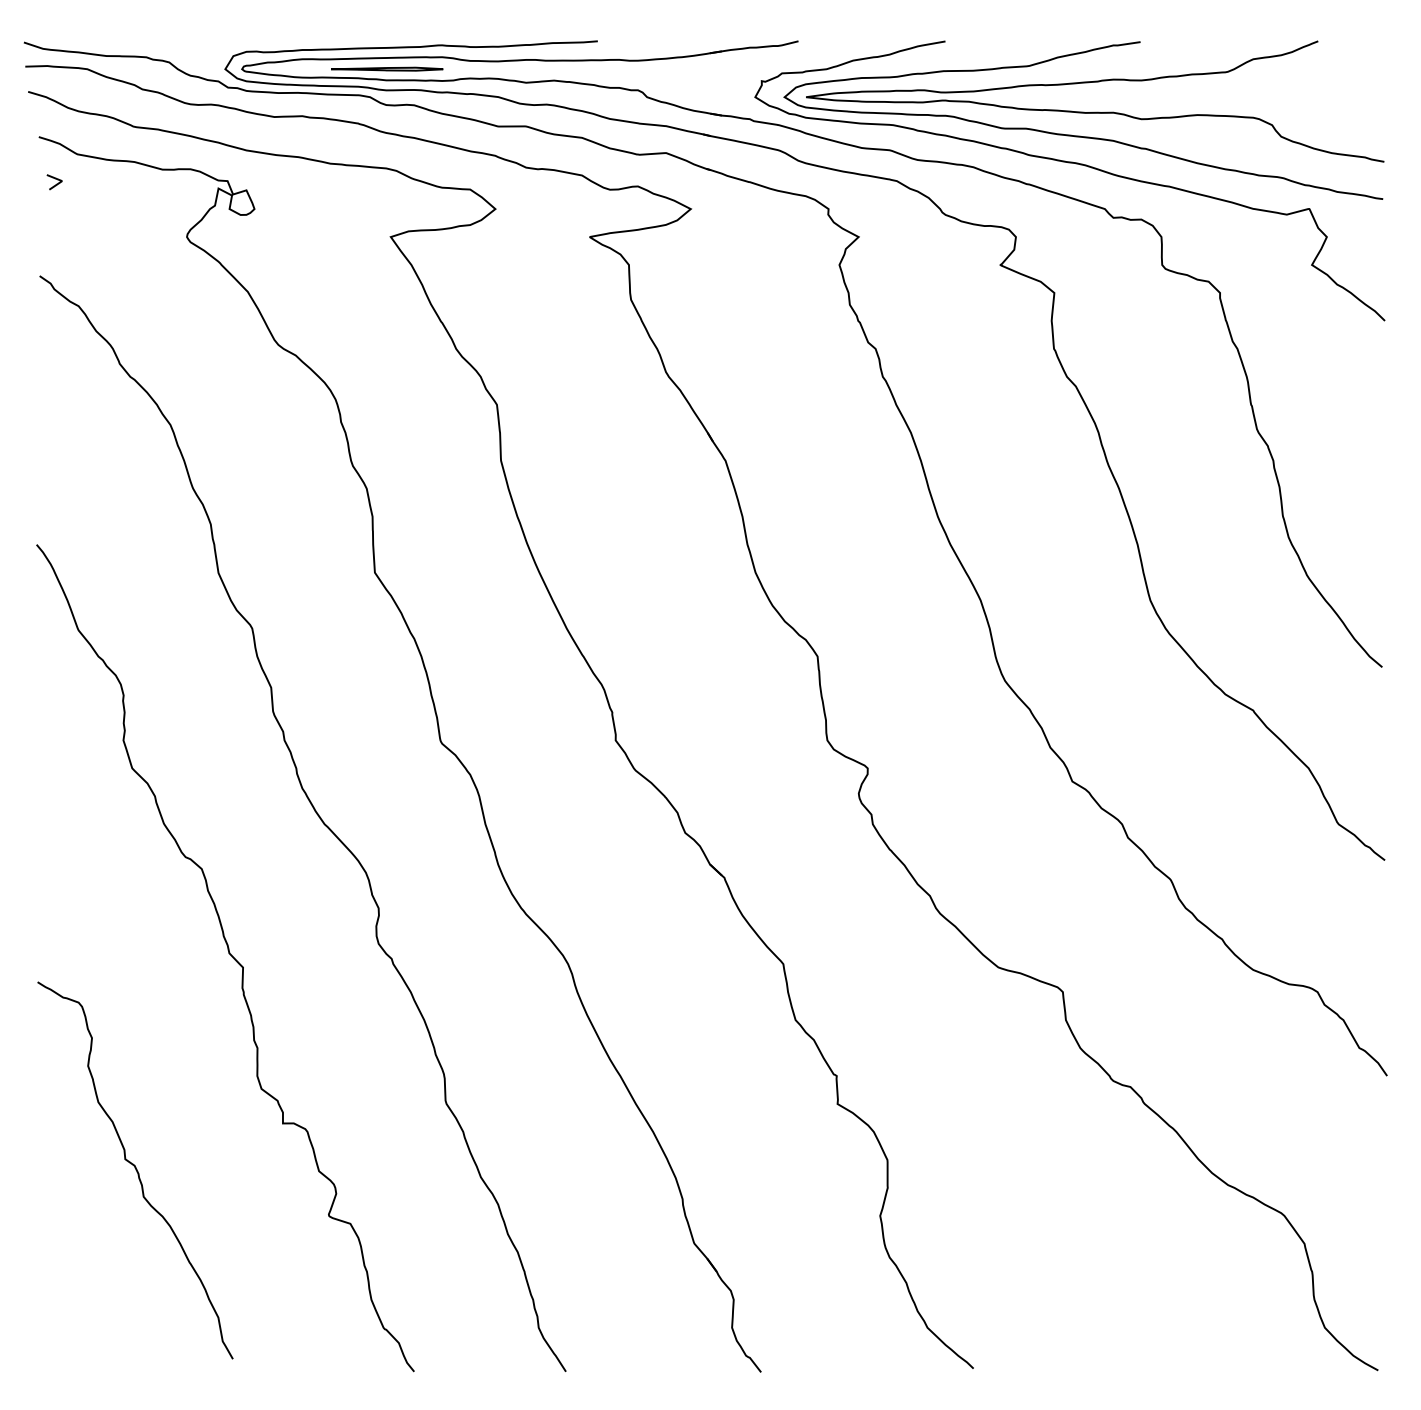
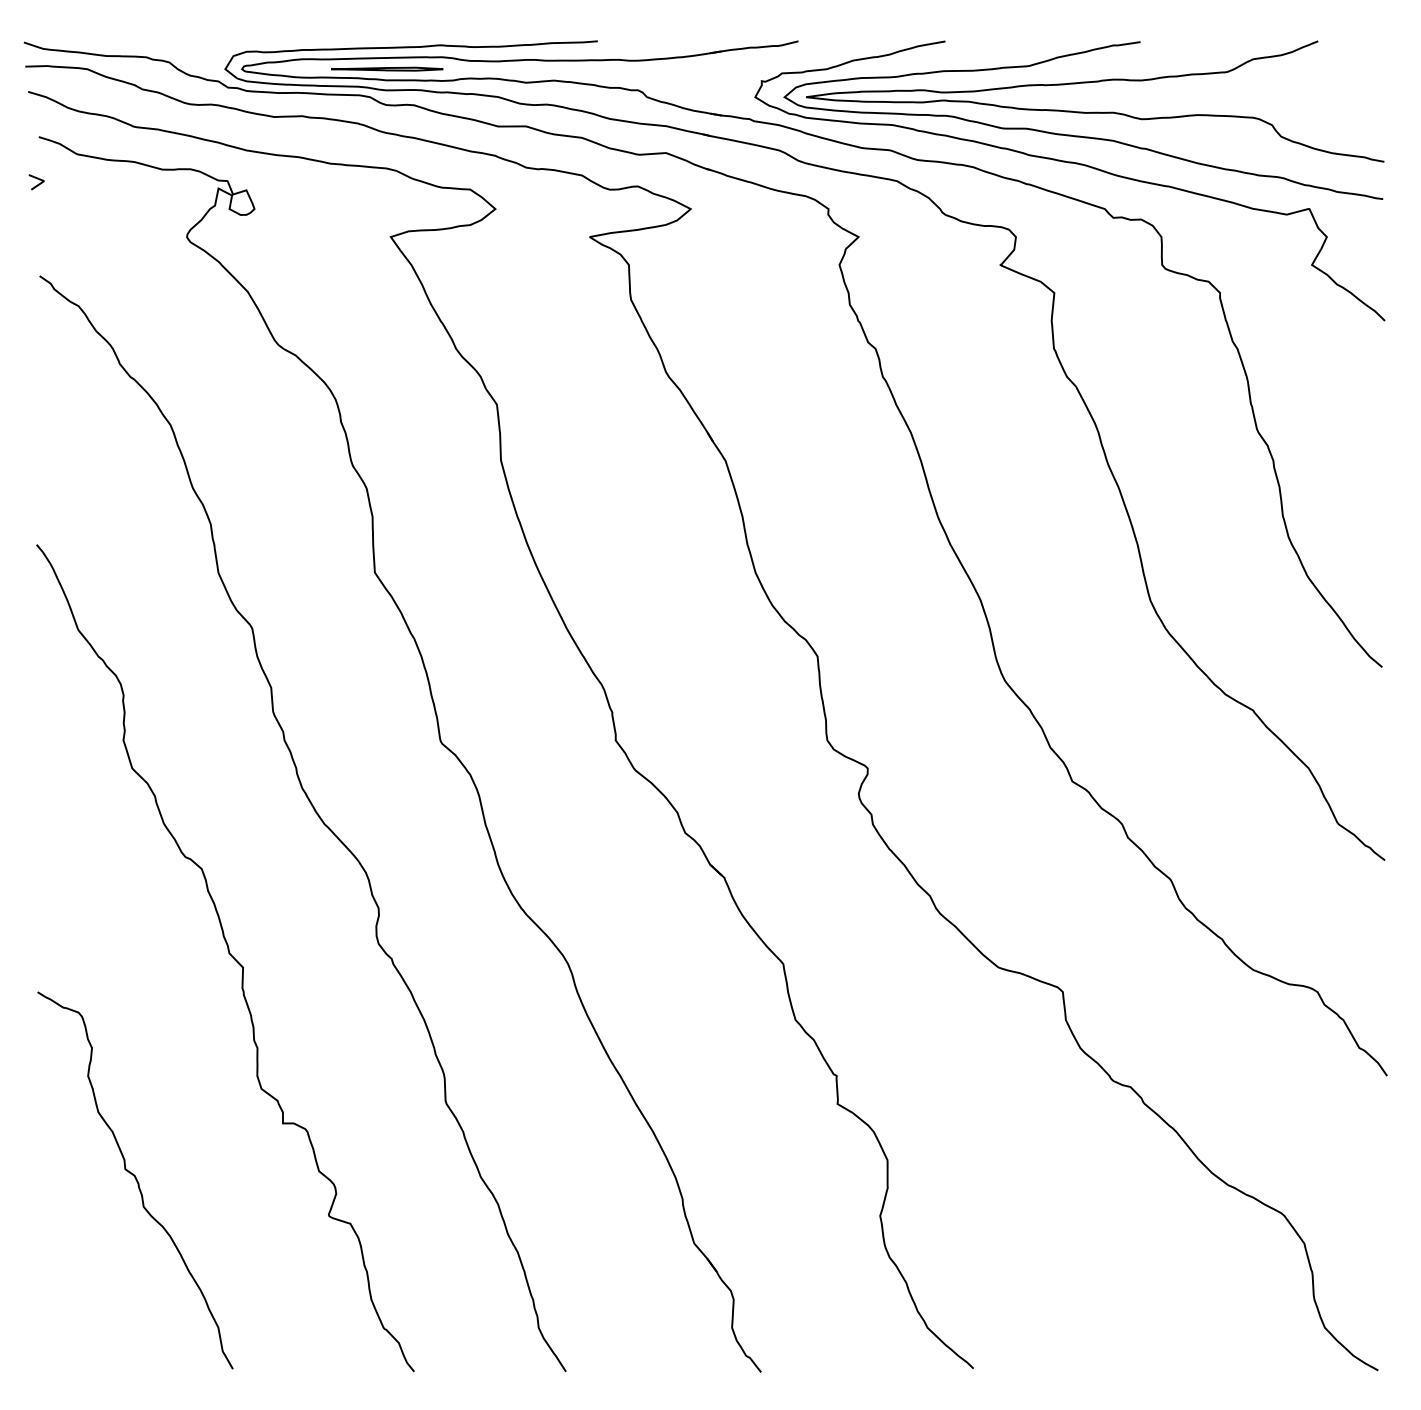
line at (56, 183) position: (56, 183) -> (38, 183)
curve at (135, 1170) position: (135, 1170) -> (135, 1180)
